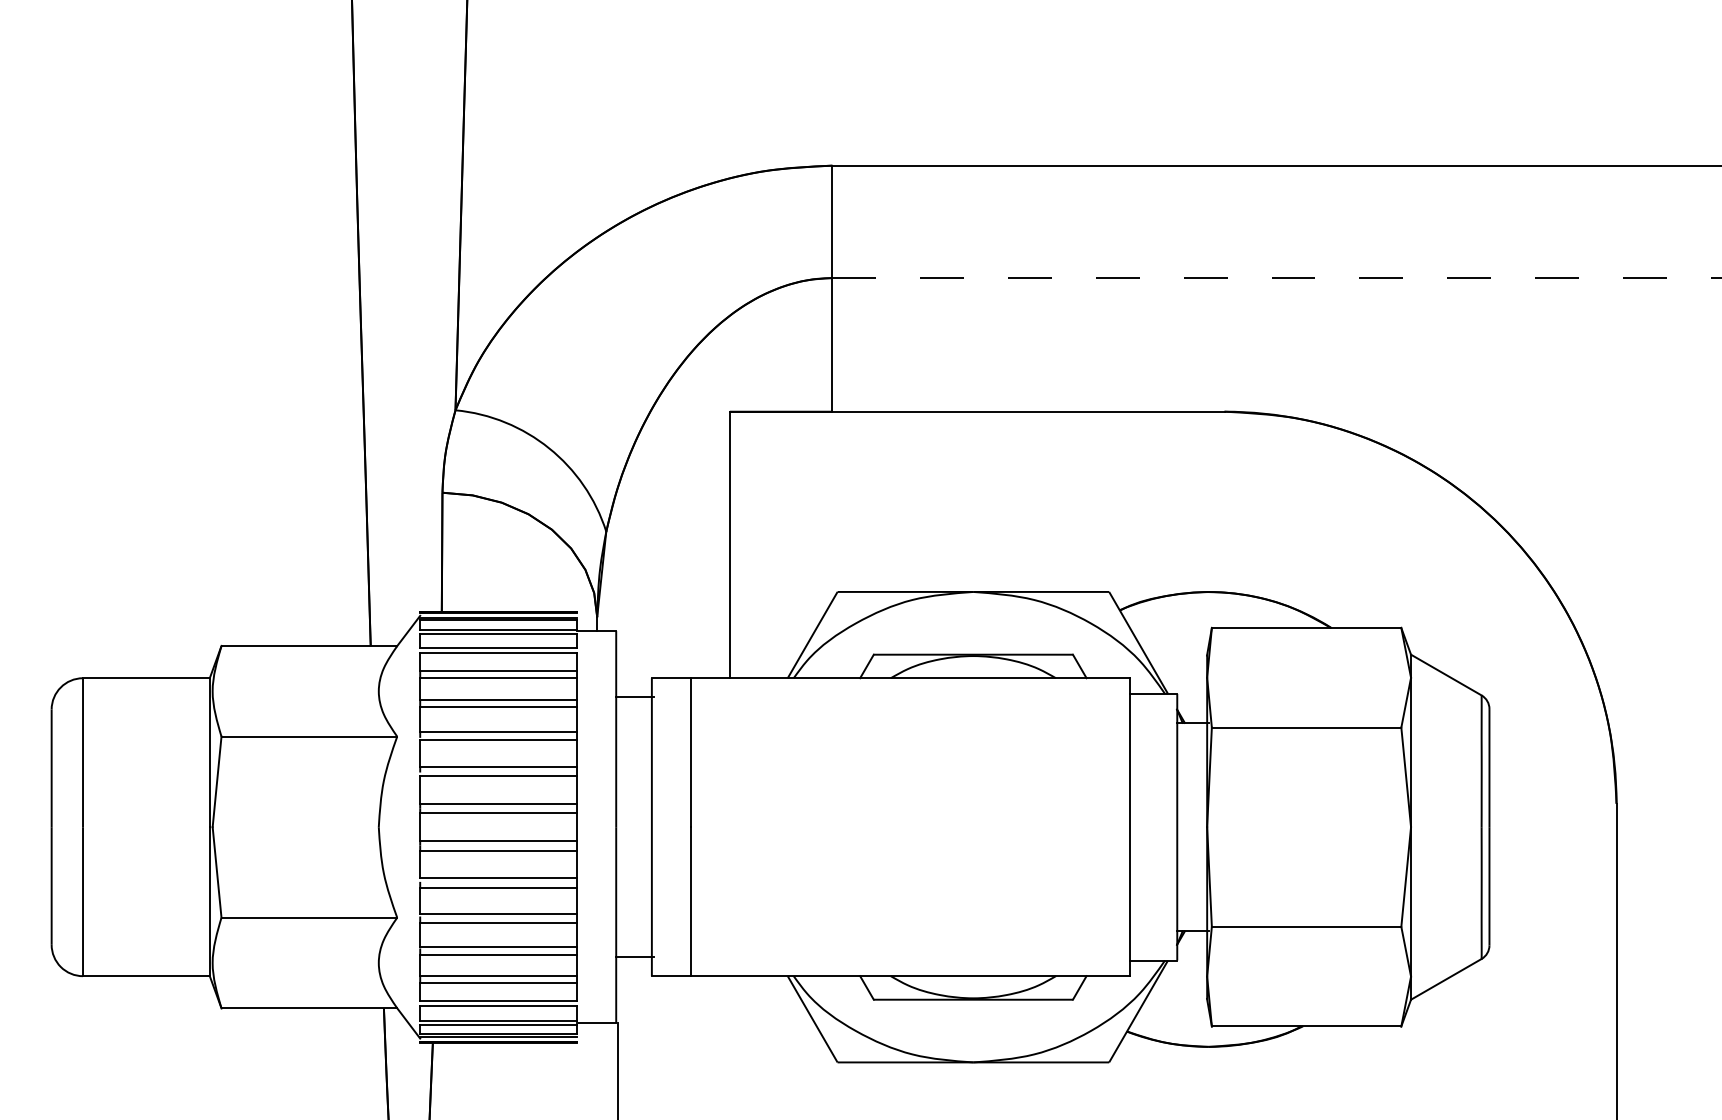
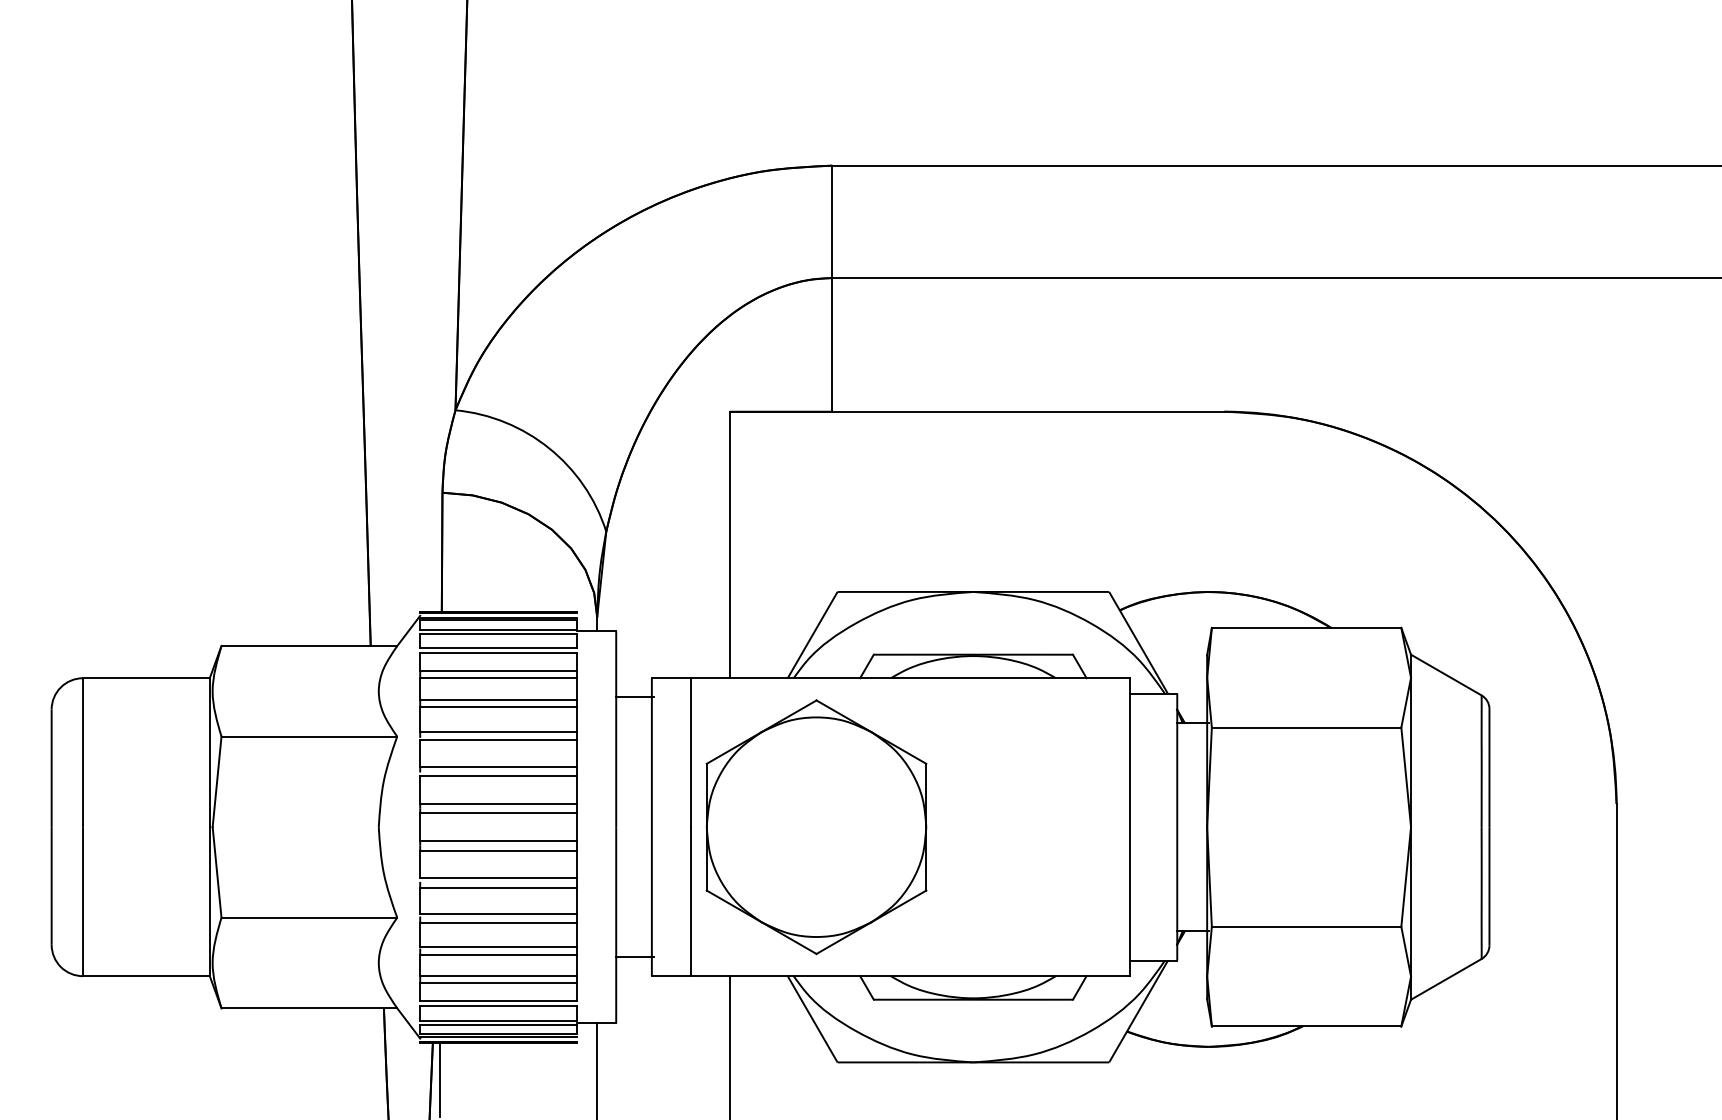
line at (1277, 278): dashed -> solid
part at (816, 827): none -> present
line at (729, 1046): none -> present
line at (618, 1069) position: (618, 1069) -> (597, 1069)
line at (440, 1079): none -> present
